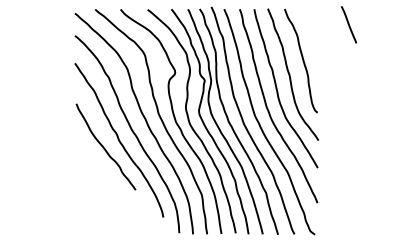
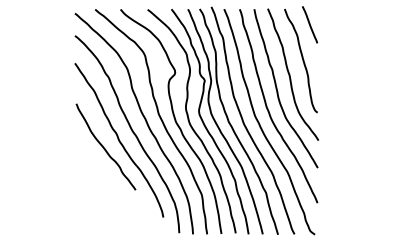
line at (349, 24) position: (349, 24) -> (310, 24)
